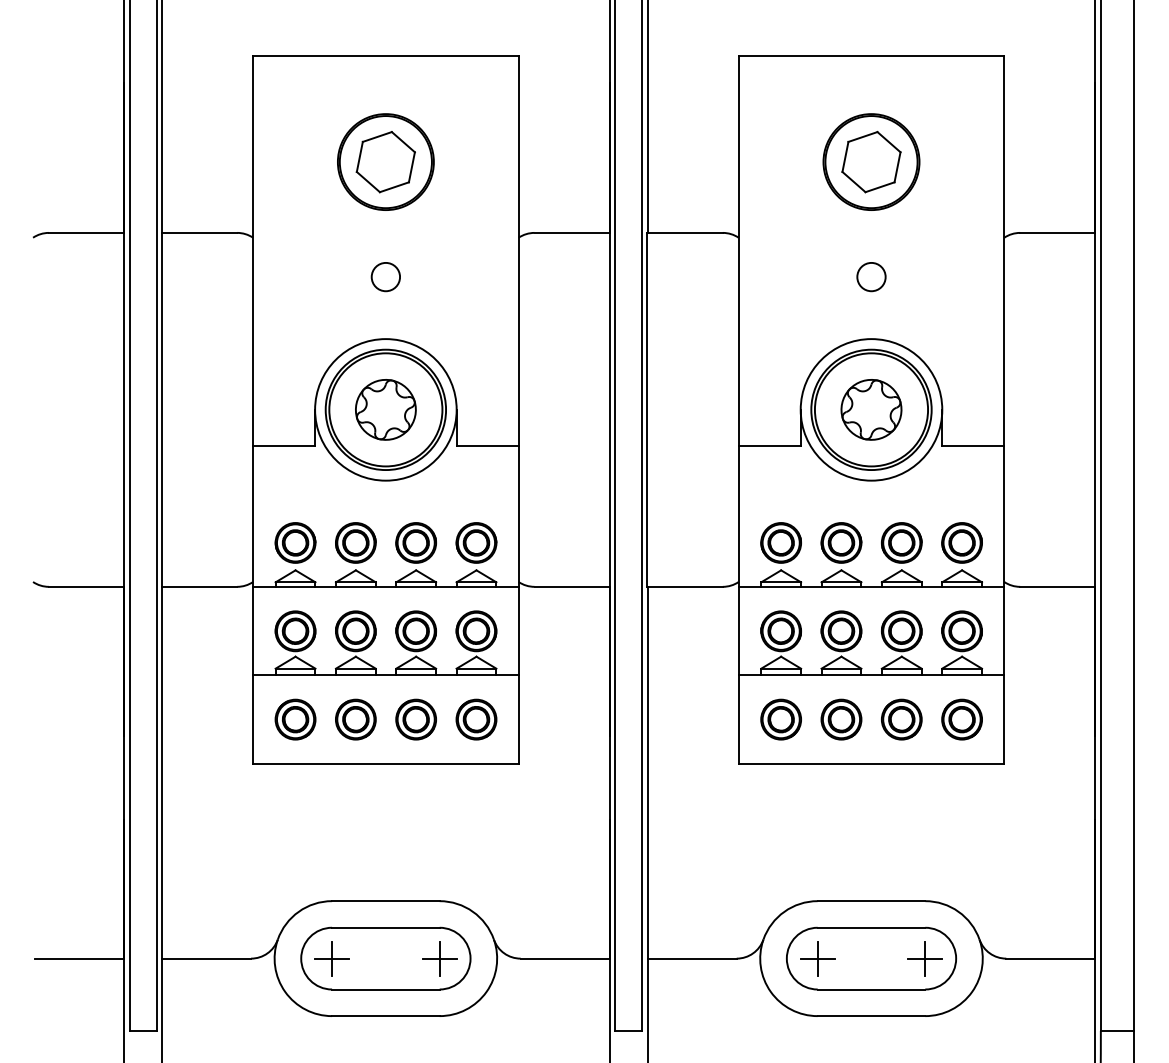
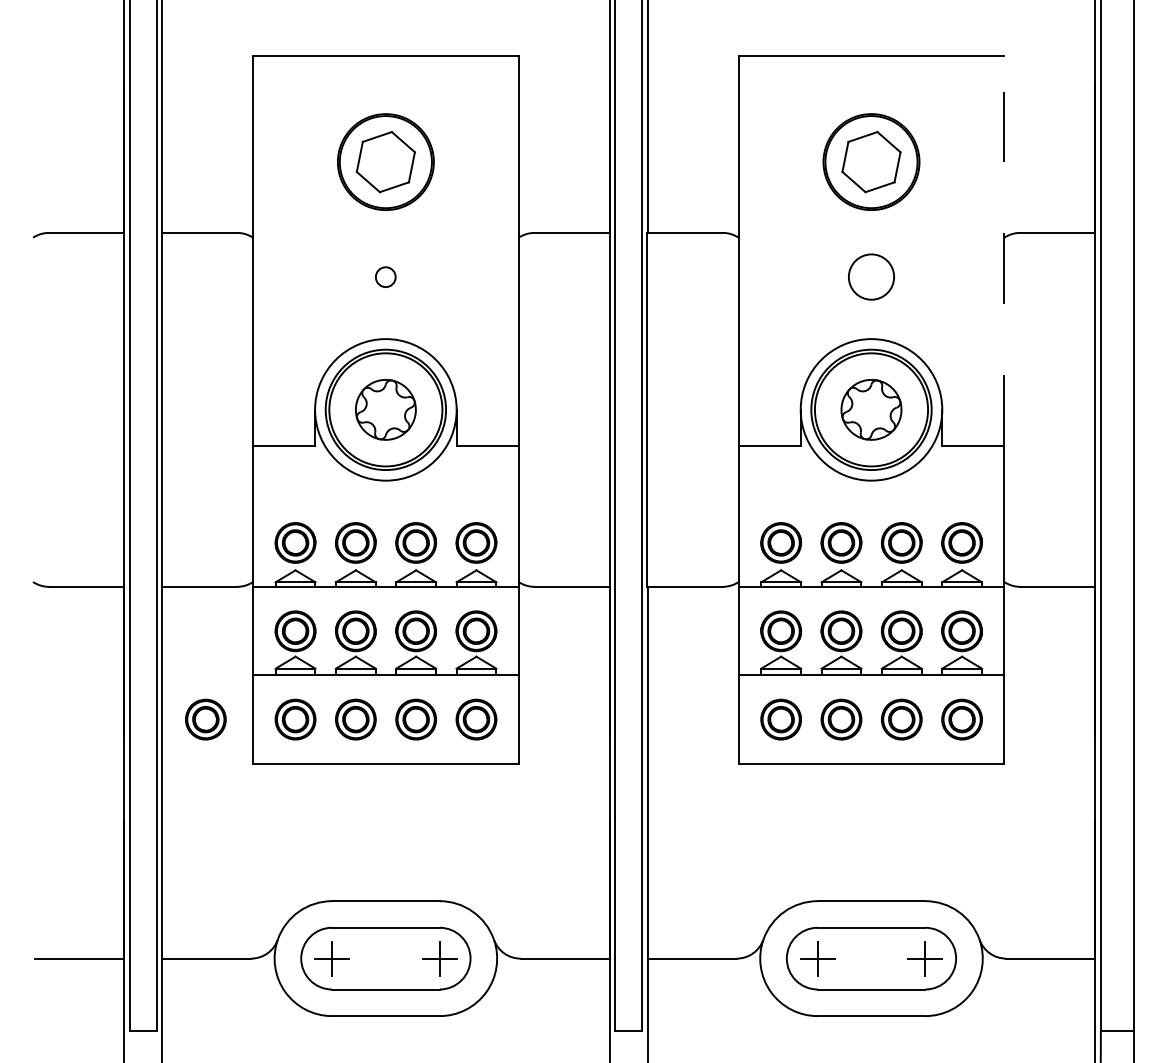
line at (1004, 250): solid -> dashed
circle at (871, 276) diameter: 28 px -> 45 px
circle at (385, 277) size: 31x31 px -> 22x22 px
part at (205, 719): none -> present
